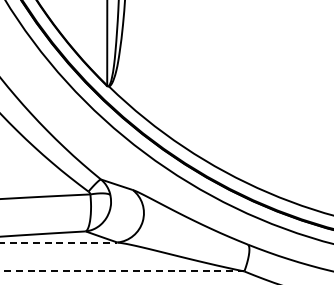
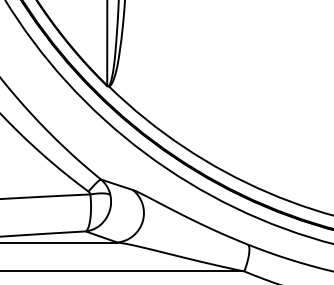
line at (59, 242): dashed -> solid
line at (122, 271): dashed -> solid
